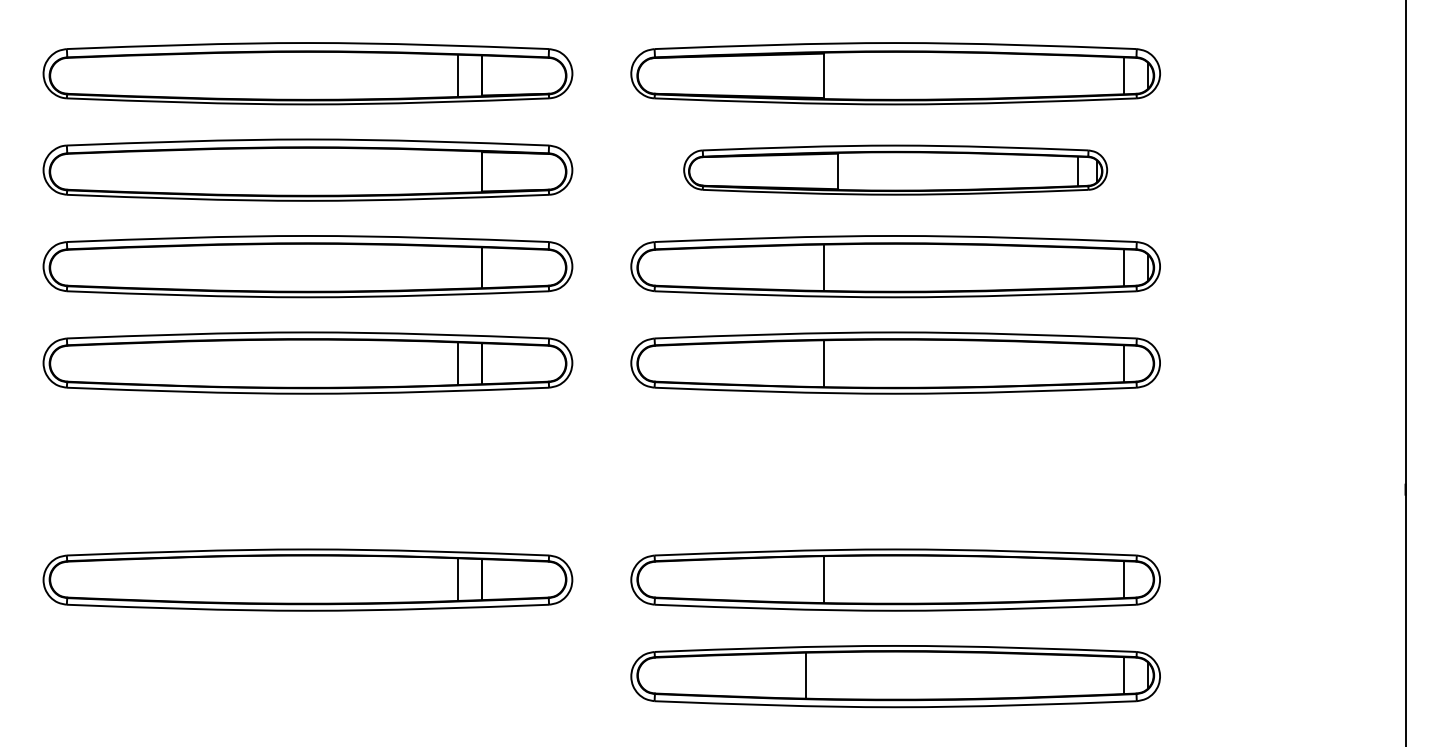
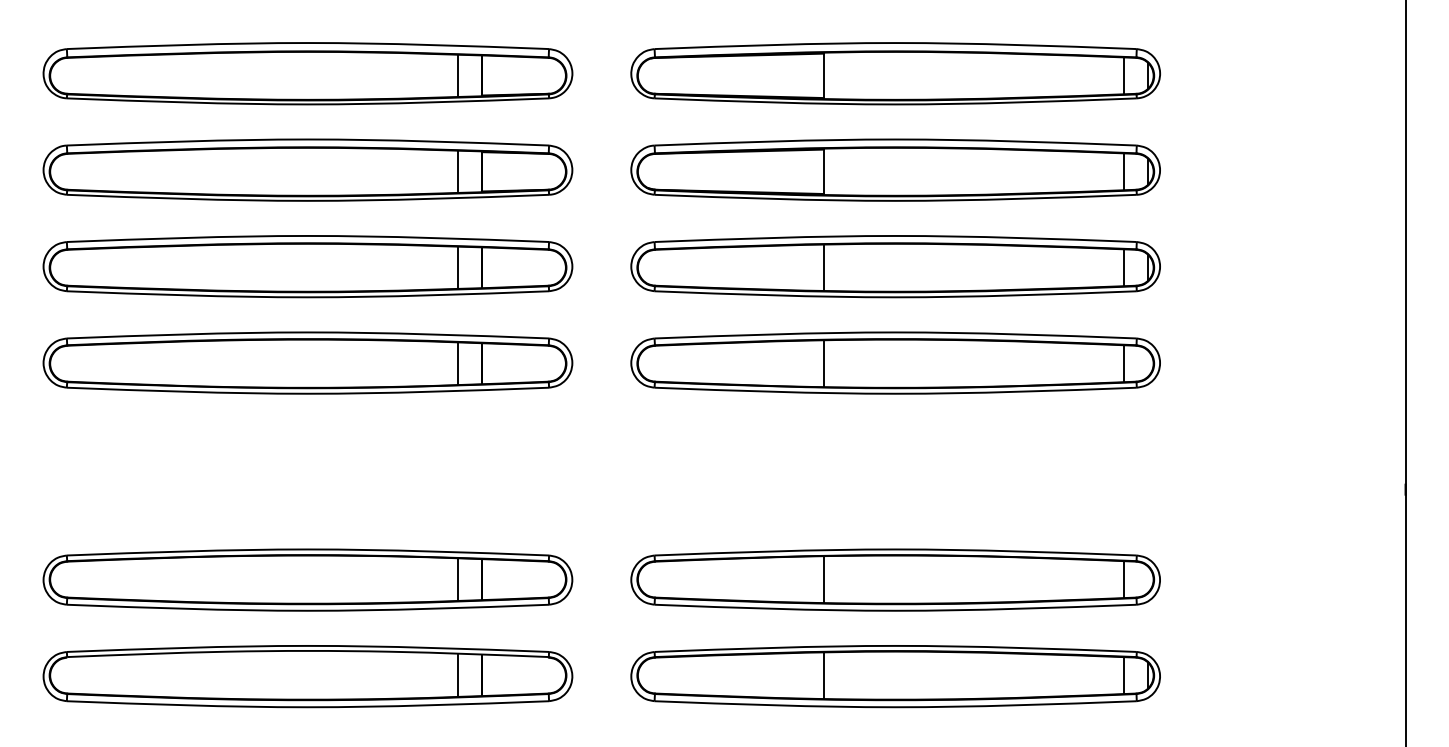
part at (895, 169) size: 426x52 px -> 531x64 px
line at (457, 171): none -> present
line at (457, 267): none -> present
line at (805, 675) position: (805, 675) -> (823, 675)
part at (307, 676): none -> present
